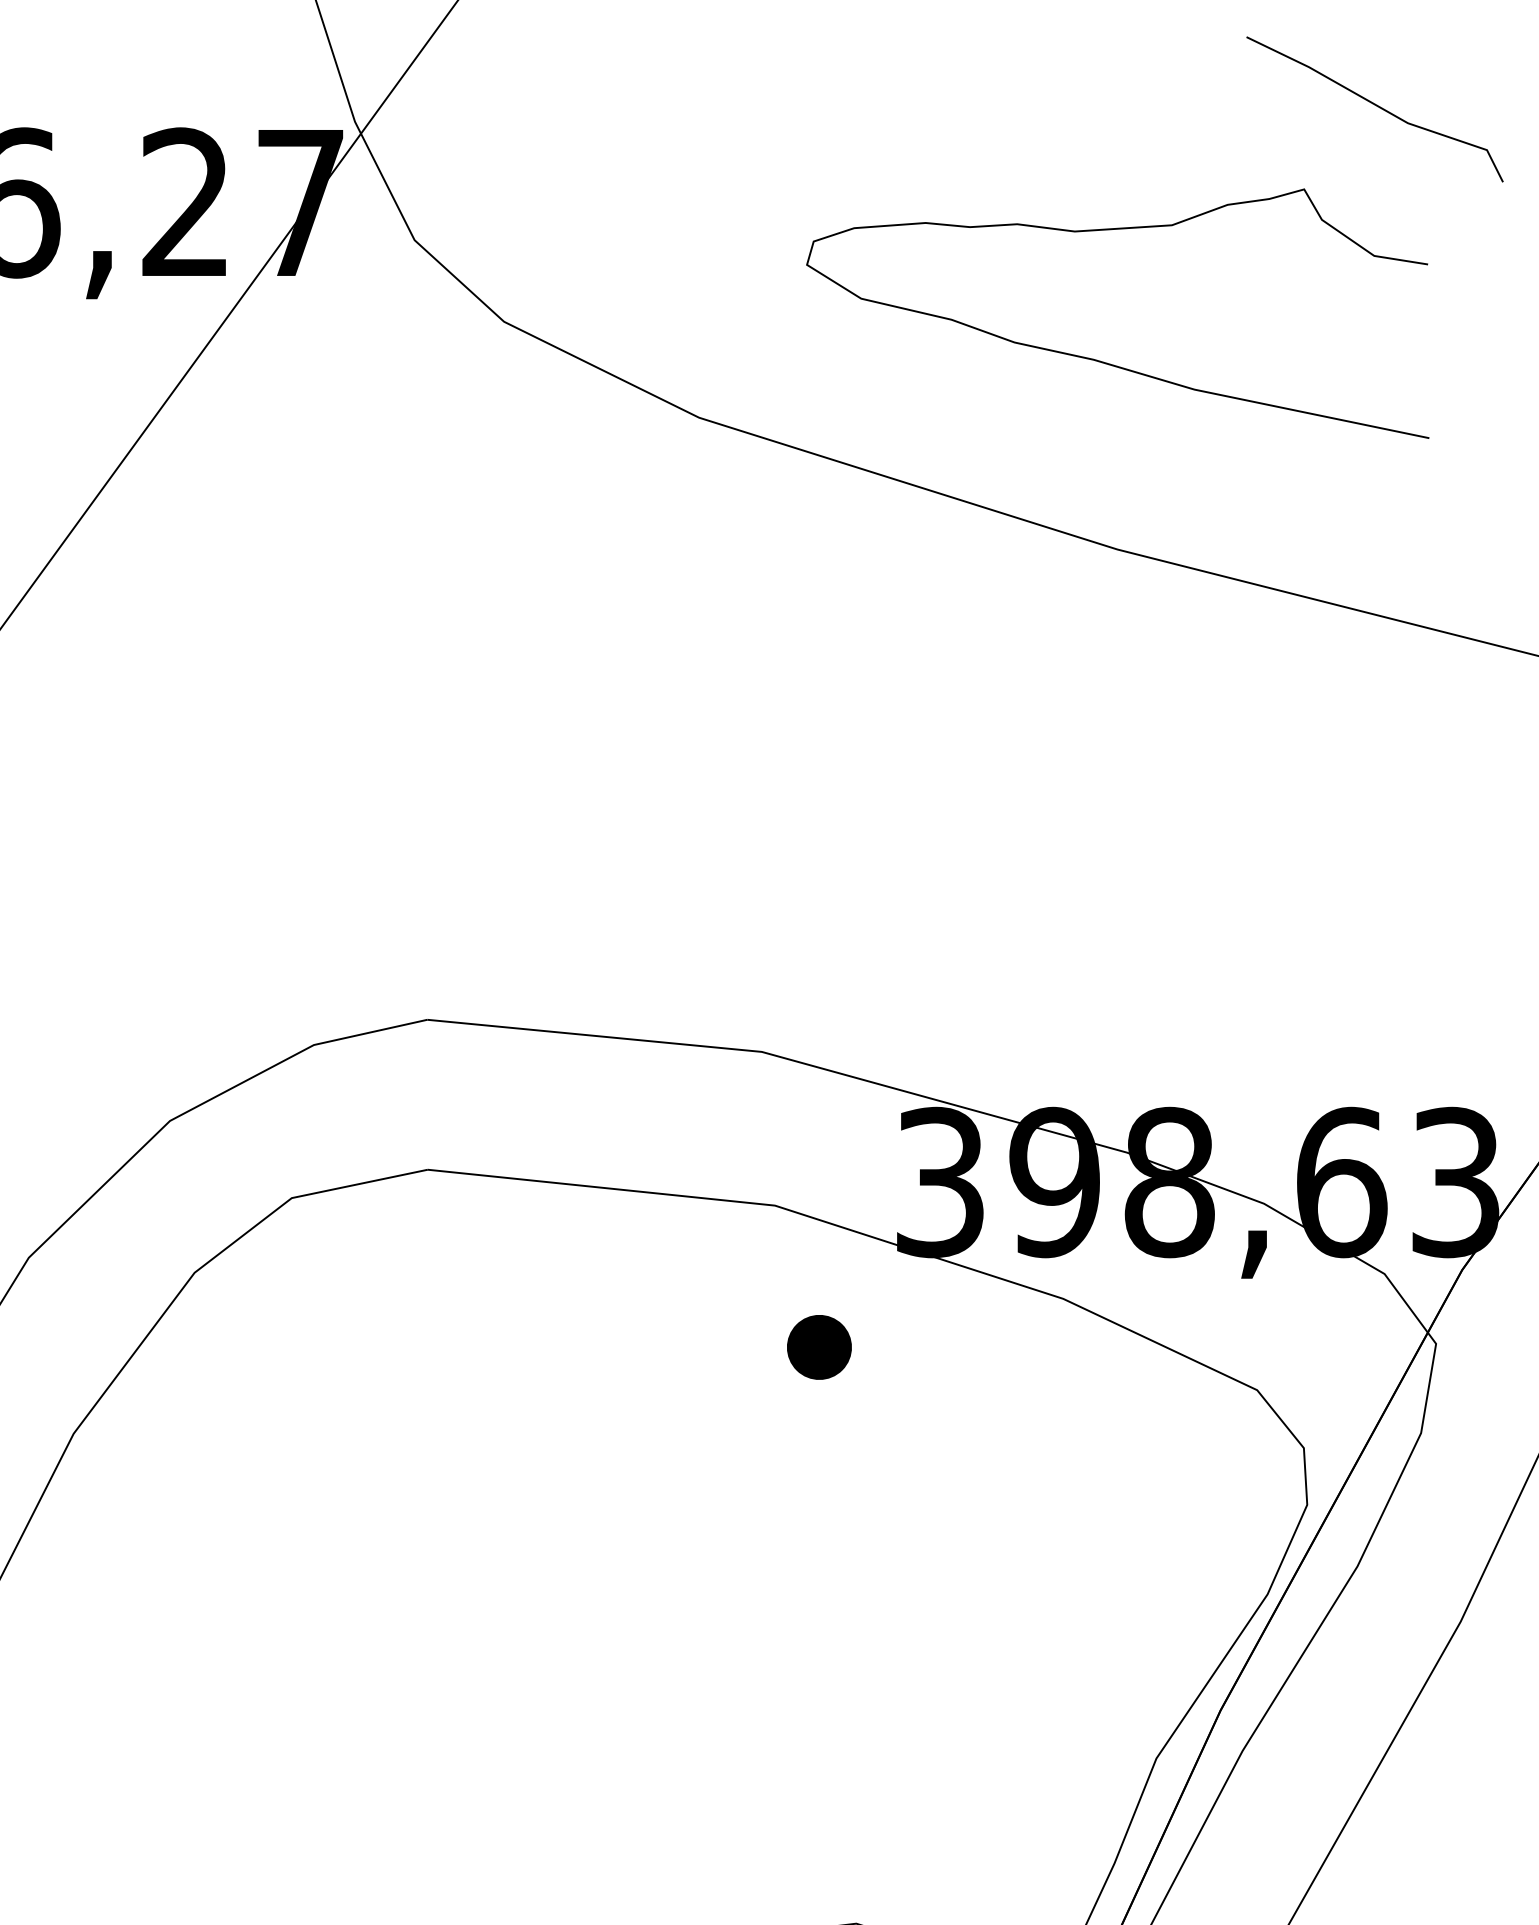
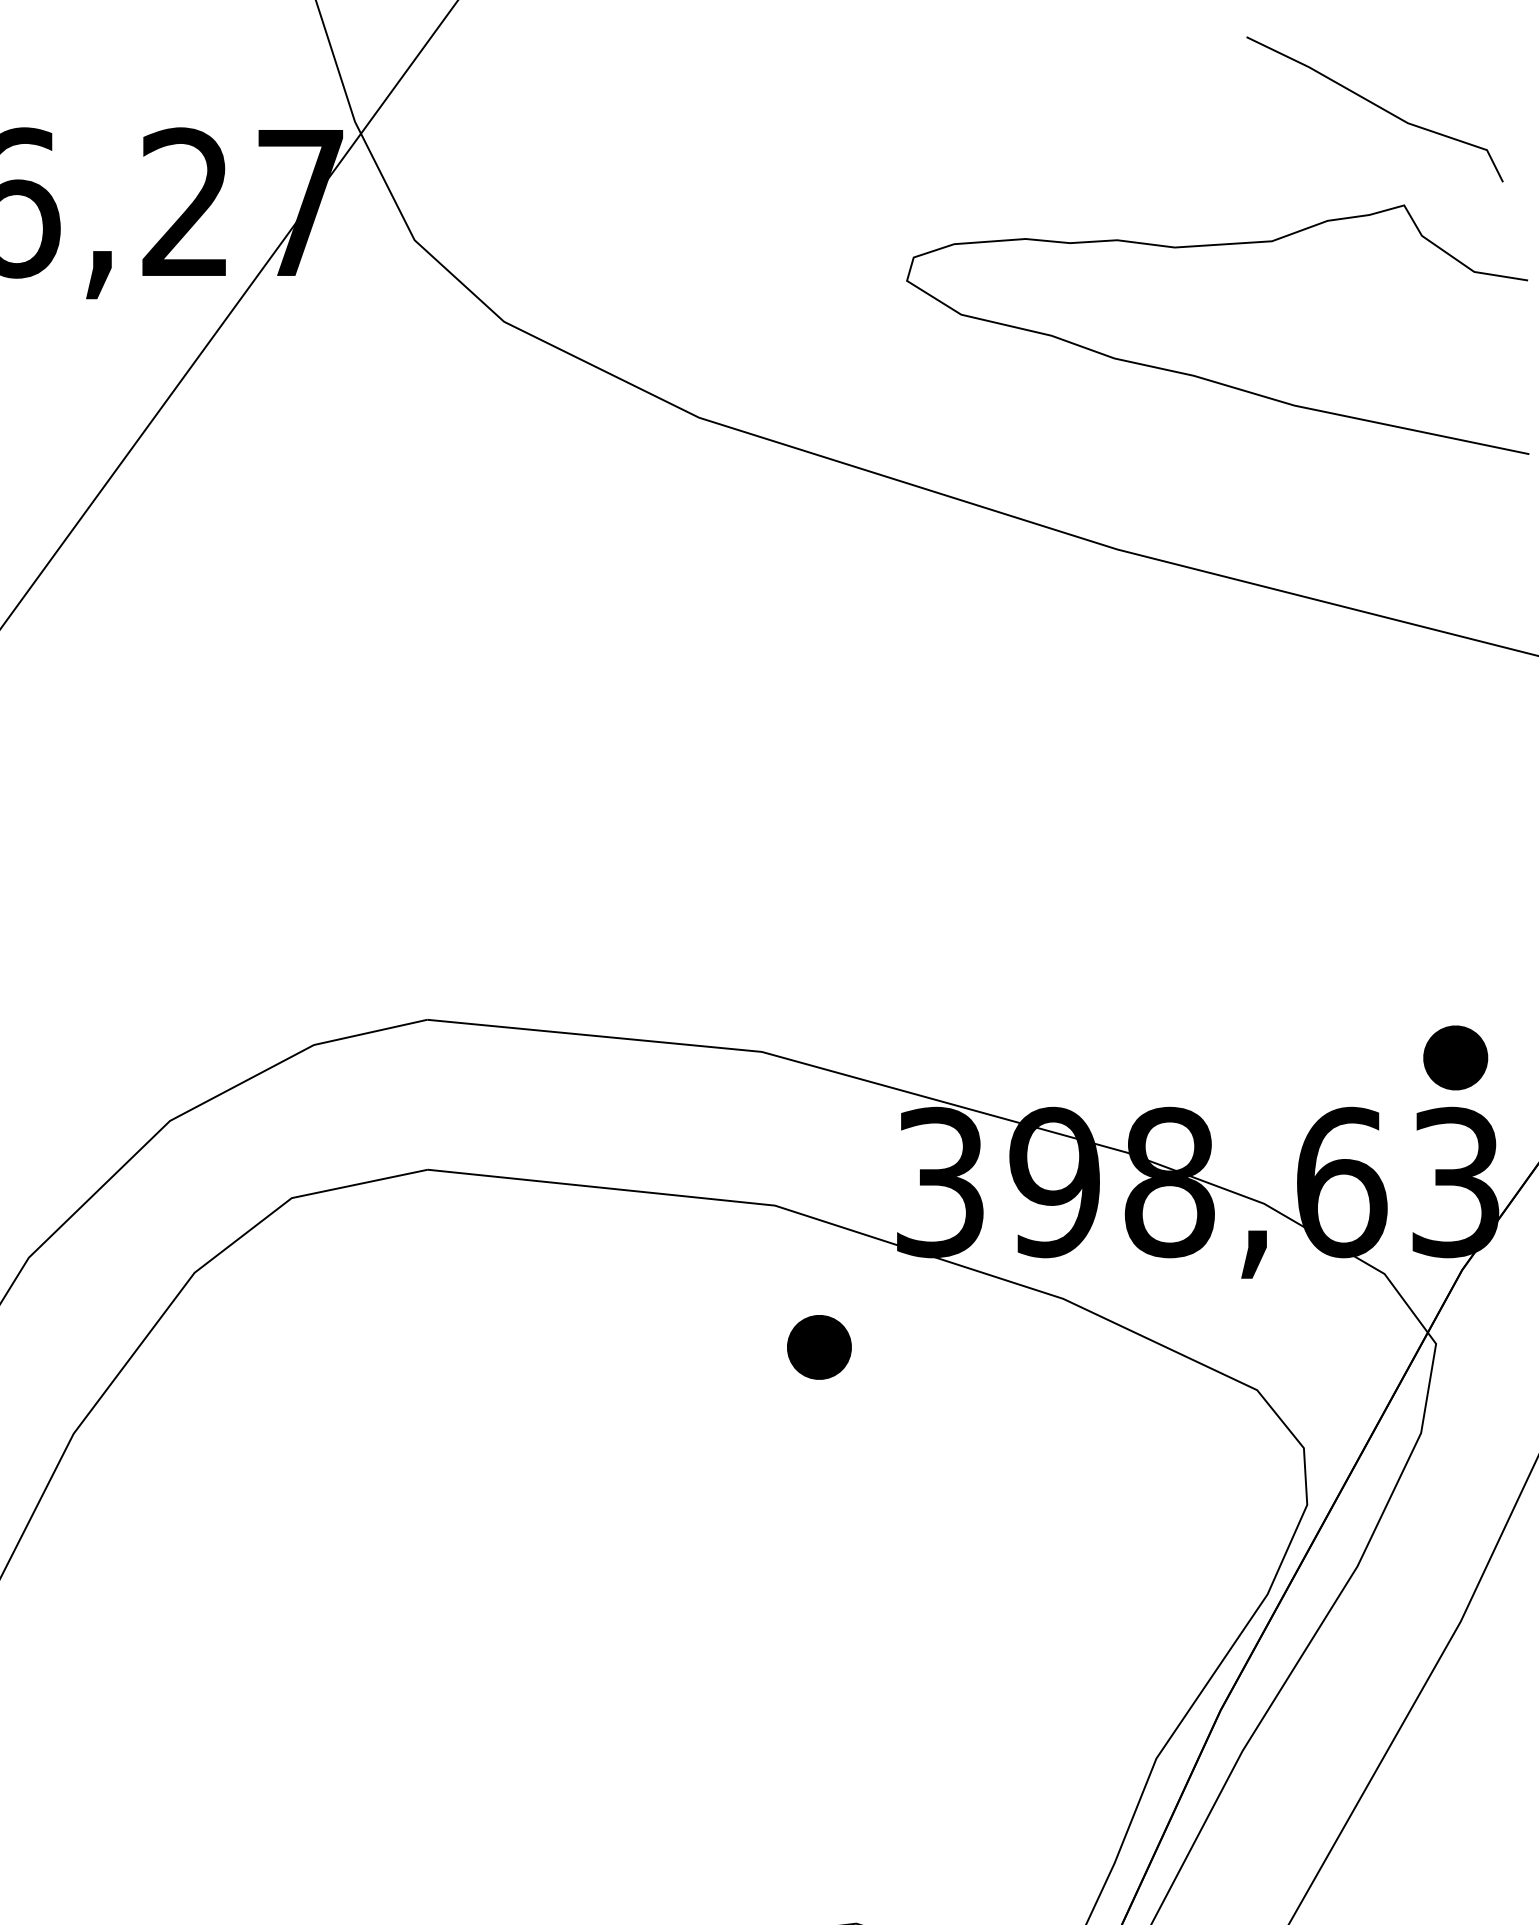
curve at (1100, 360) position: (1100, 360) -> (1200, 376)
part at (1455, 1057): none -> present
